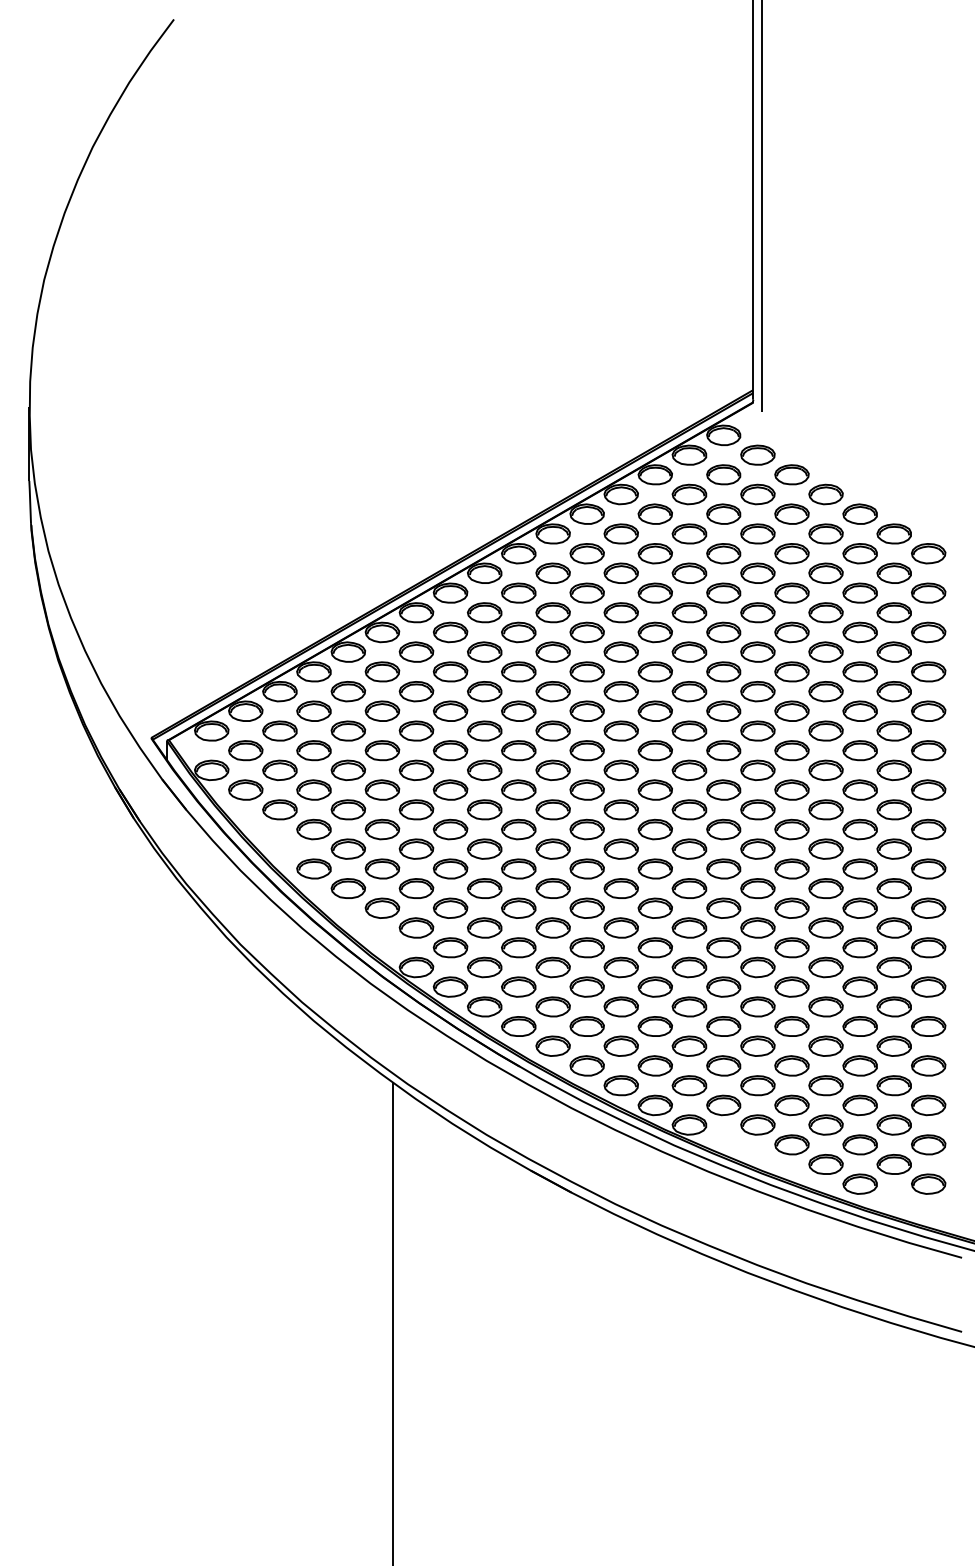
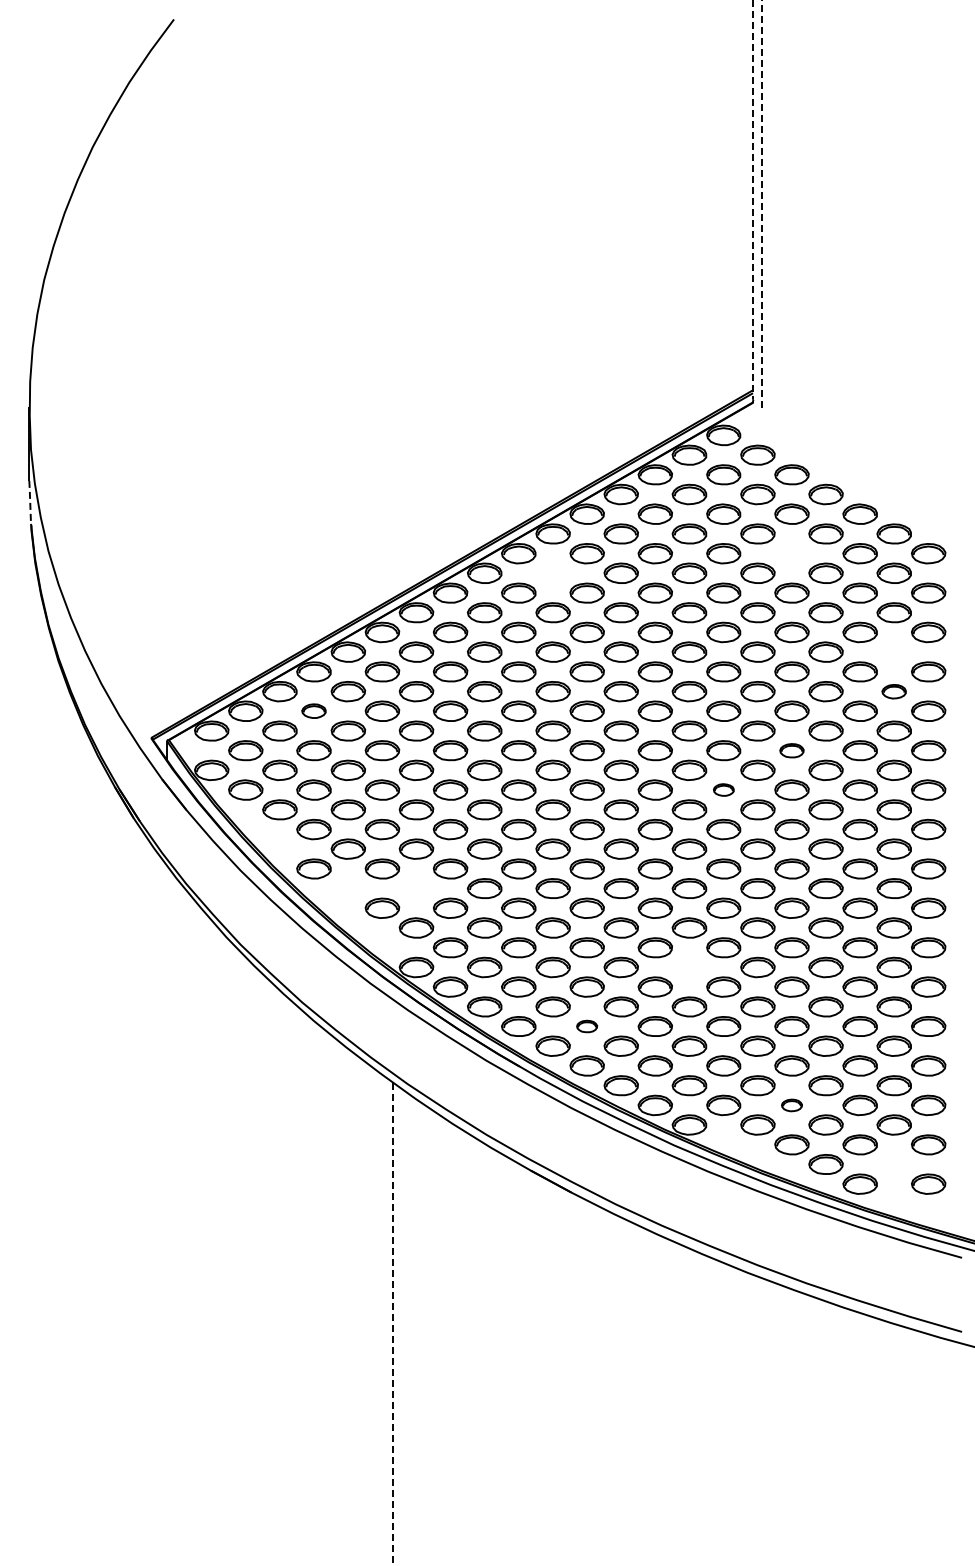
line at (753, 200): solid -> dashed
line at (761, 206): solid -> dashed
line at (30, 503): solid -> dashed
part at (791, 553): present -> none
part at (552, 572): present -> none
part at (893, 651): present -> none
part at (893, 691) size: 36x22 px -> 26x16 px
part at (313, 710) size: 36x22 px -> 26x16 px
part at (791, 750) size: 36x22 px -> 26x16 px
part at (723, 789) size: 36x22 px -> 22x14 px
part at (348, 888): present -> none
part at (416, 888): present -> none
part at (689, 967): present -> none
part at (586, 1026) size: 36x21 px -> 22x15 px
part at (791, 1105) size: 36x23 px -> 22x15 px
part at (893, 1164): present -> none
line at (392, 1324): solid -> dashed
